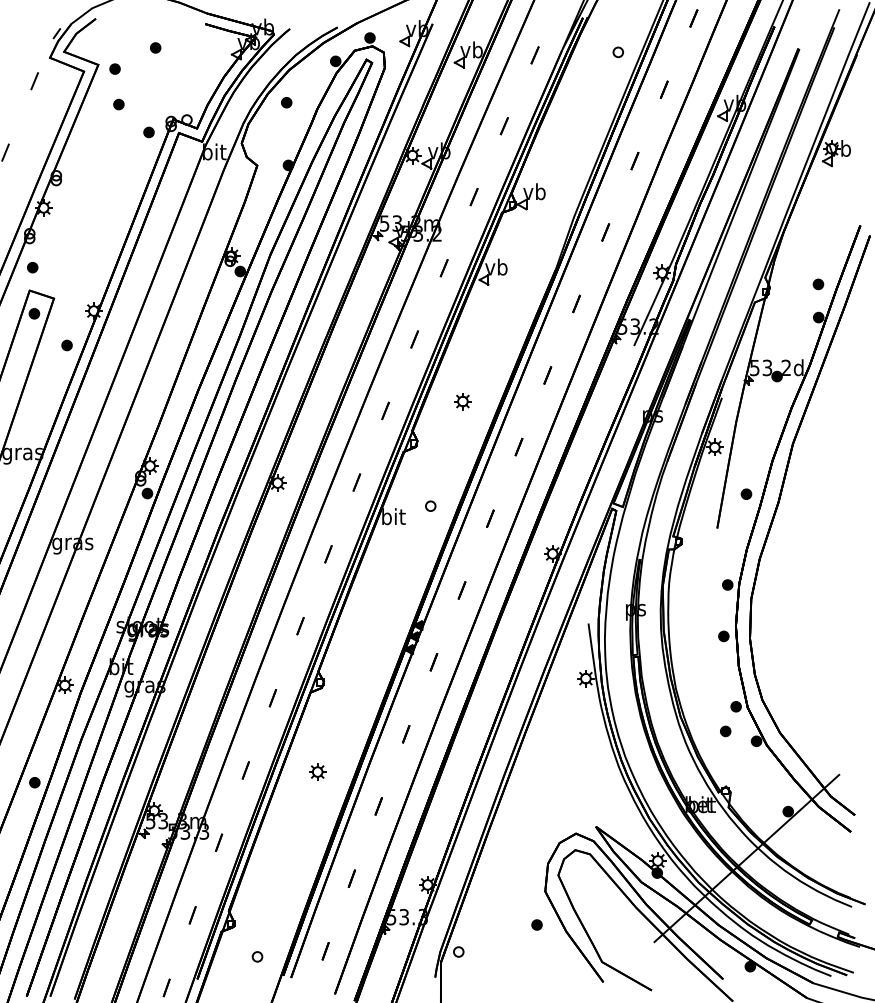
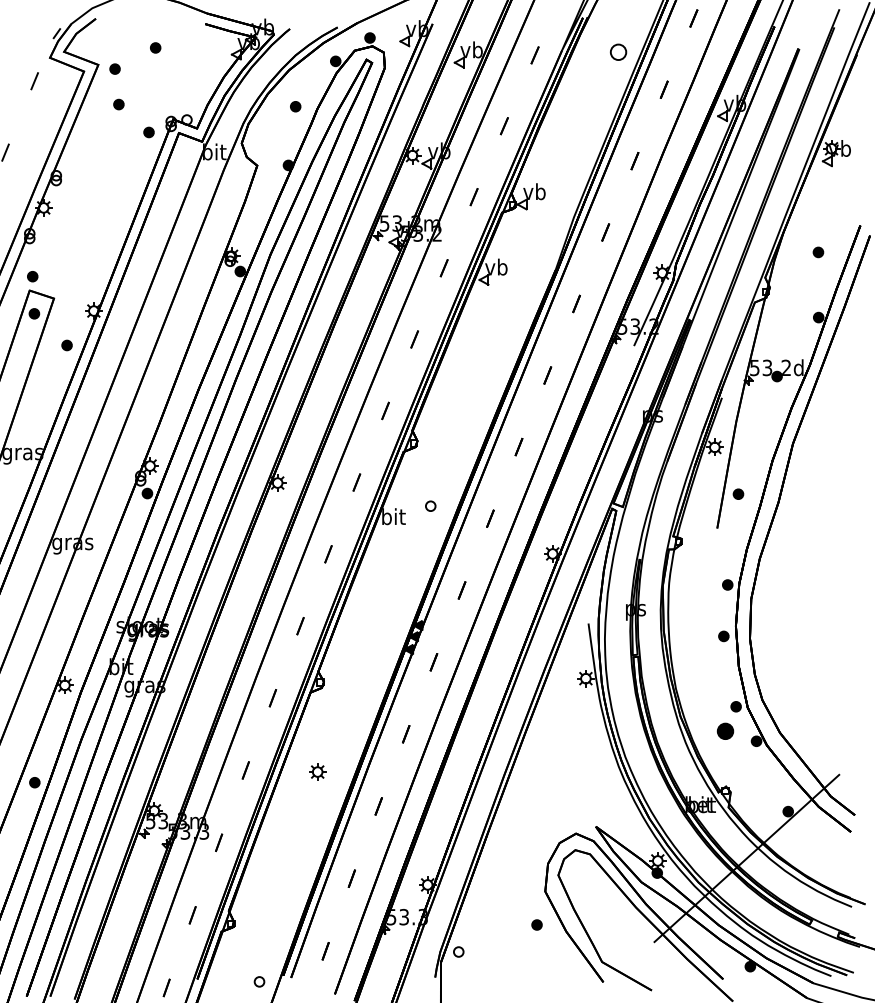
part at (617, 52) size: 12x13 px -> 18x18 px
part at (286, 102) position: (286, 102) -> (295, 106)
part at (32, 267) position: (32, 267) -> (32, 276)
part at (818, 284) position: (818, 284) -> (818, 252)
part at (462, 401): present -> none
part at (746, 493) position: (746, 493) -> (738, 493)
part at (725, 731) size: 12x13 px -> 19x18 px
part at (257, 956) position: (257, 956) -> (259, 981)
